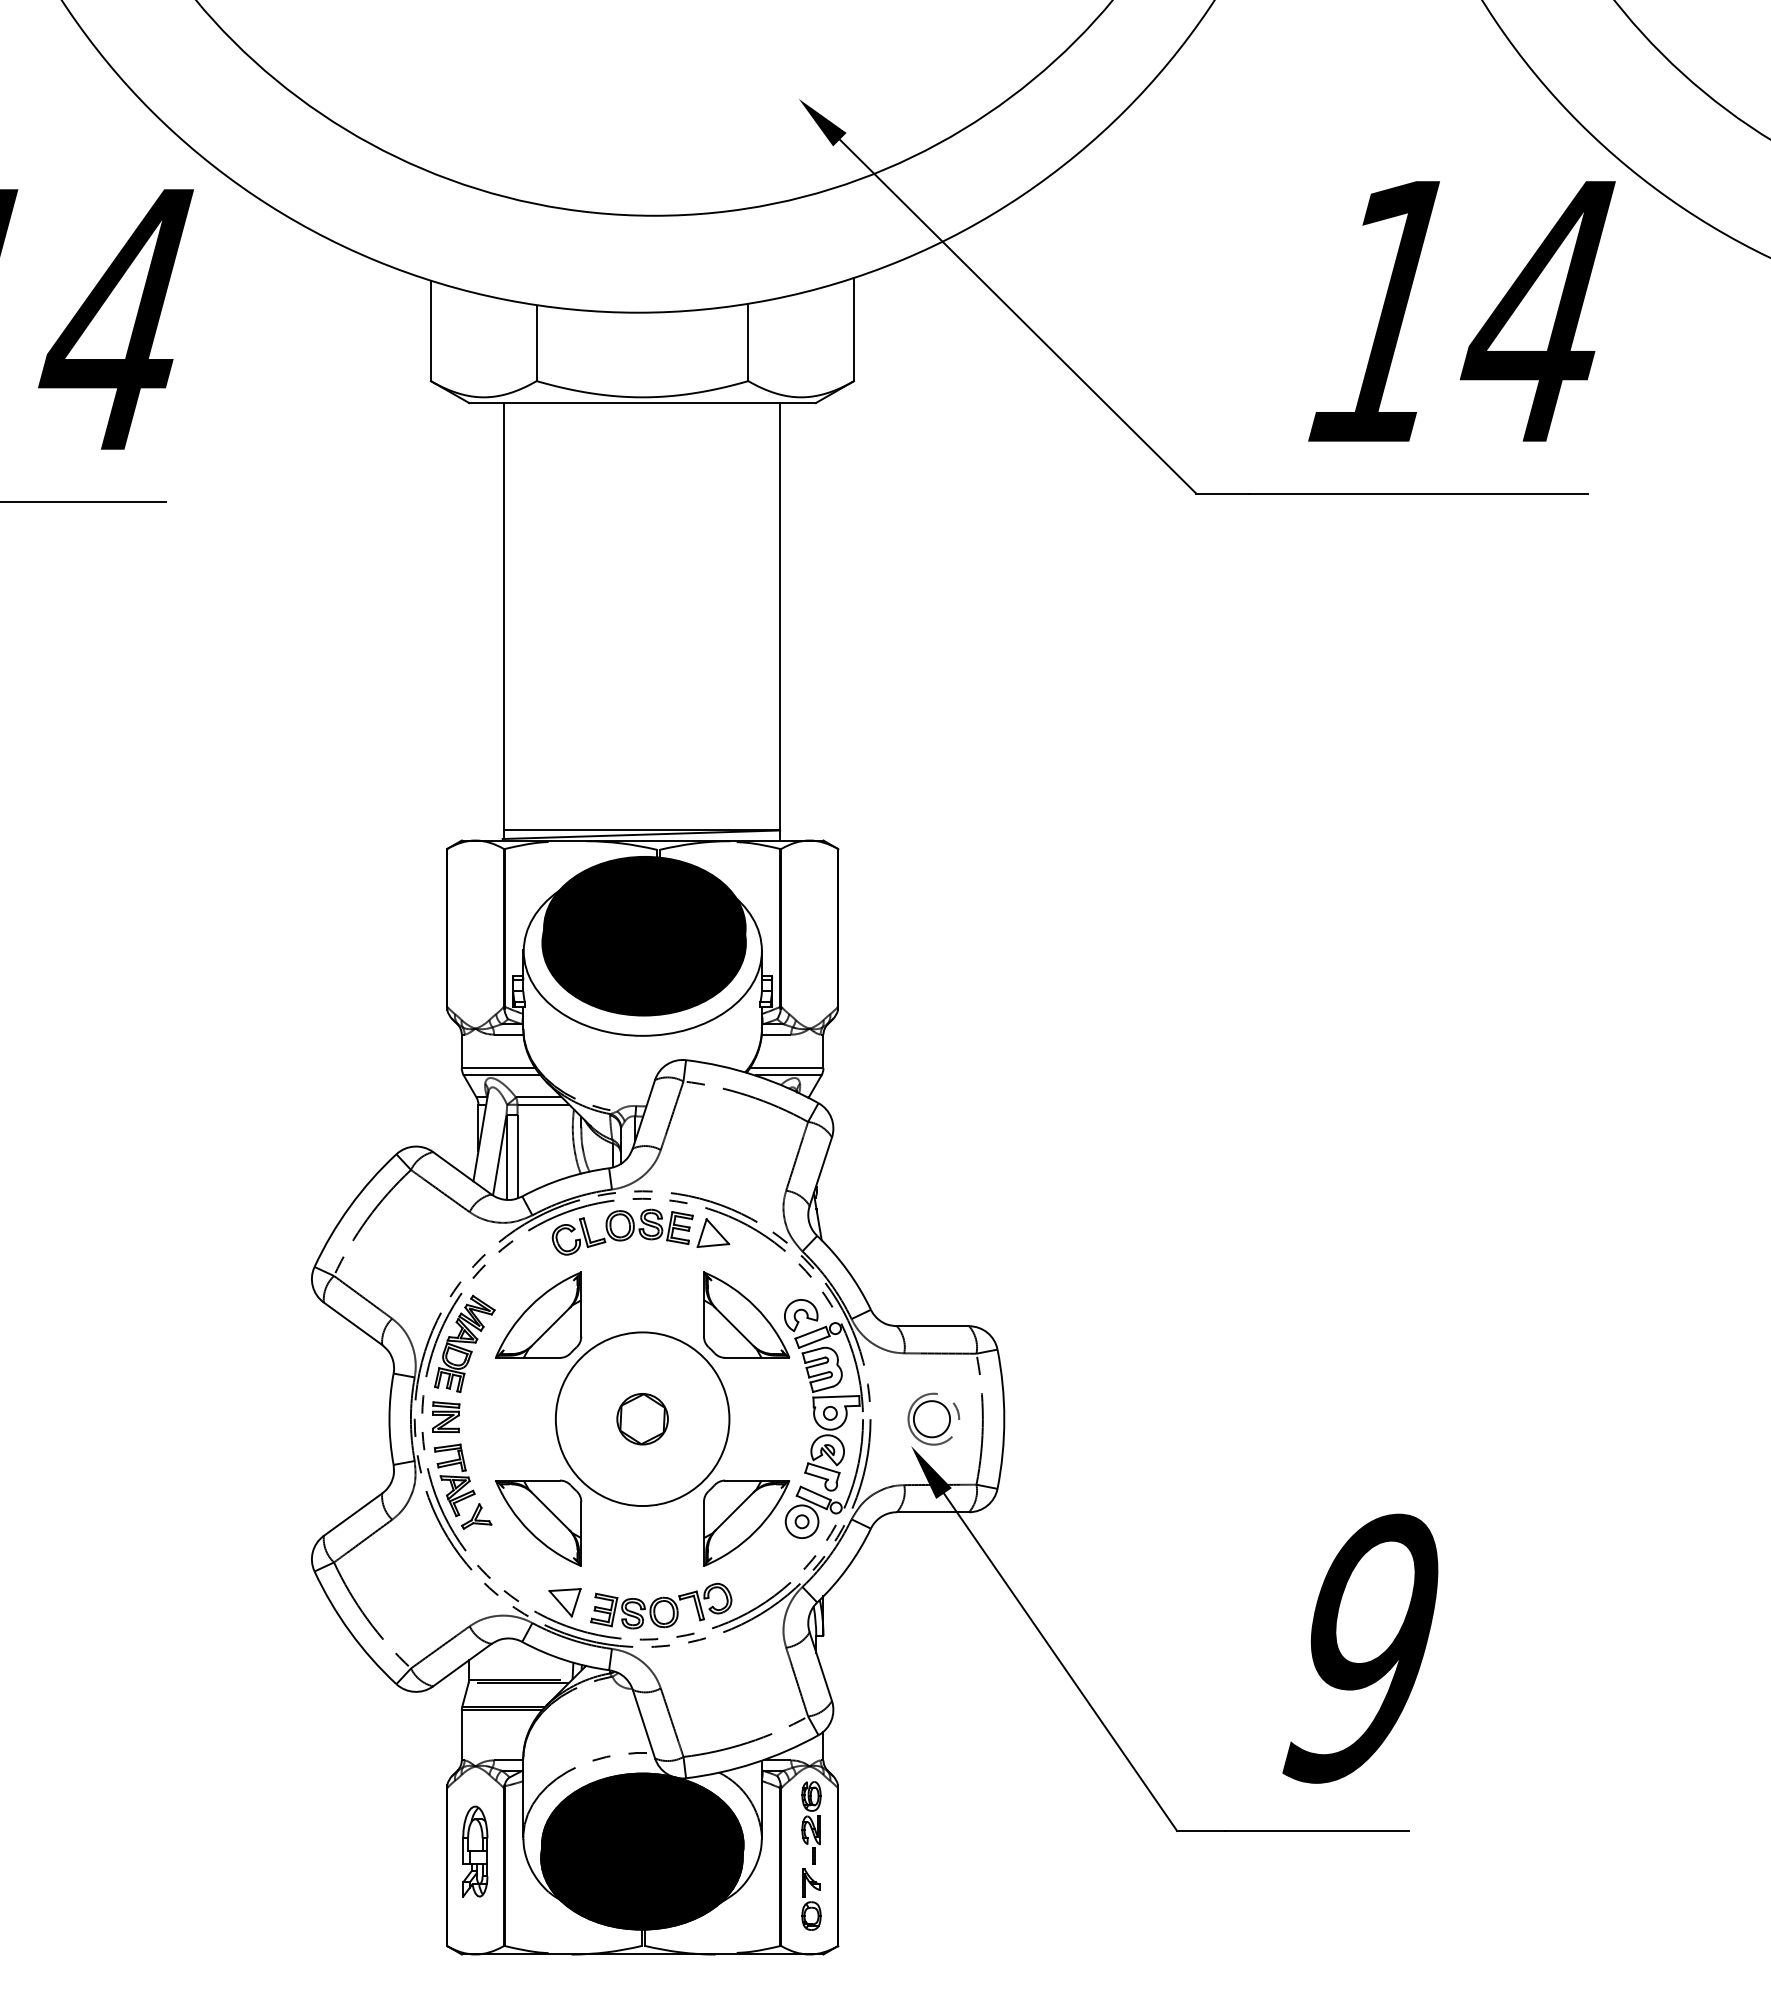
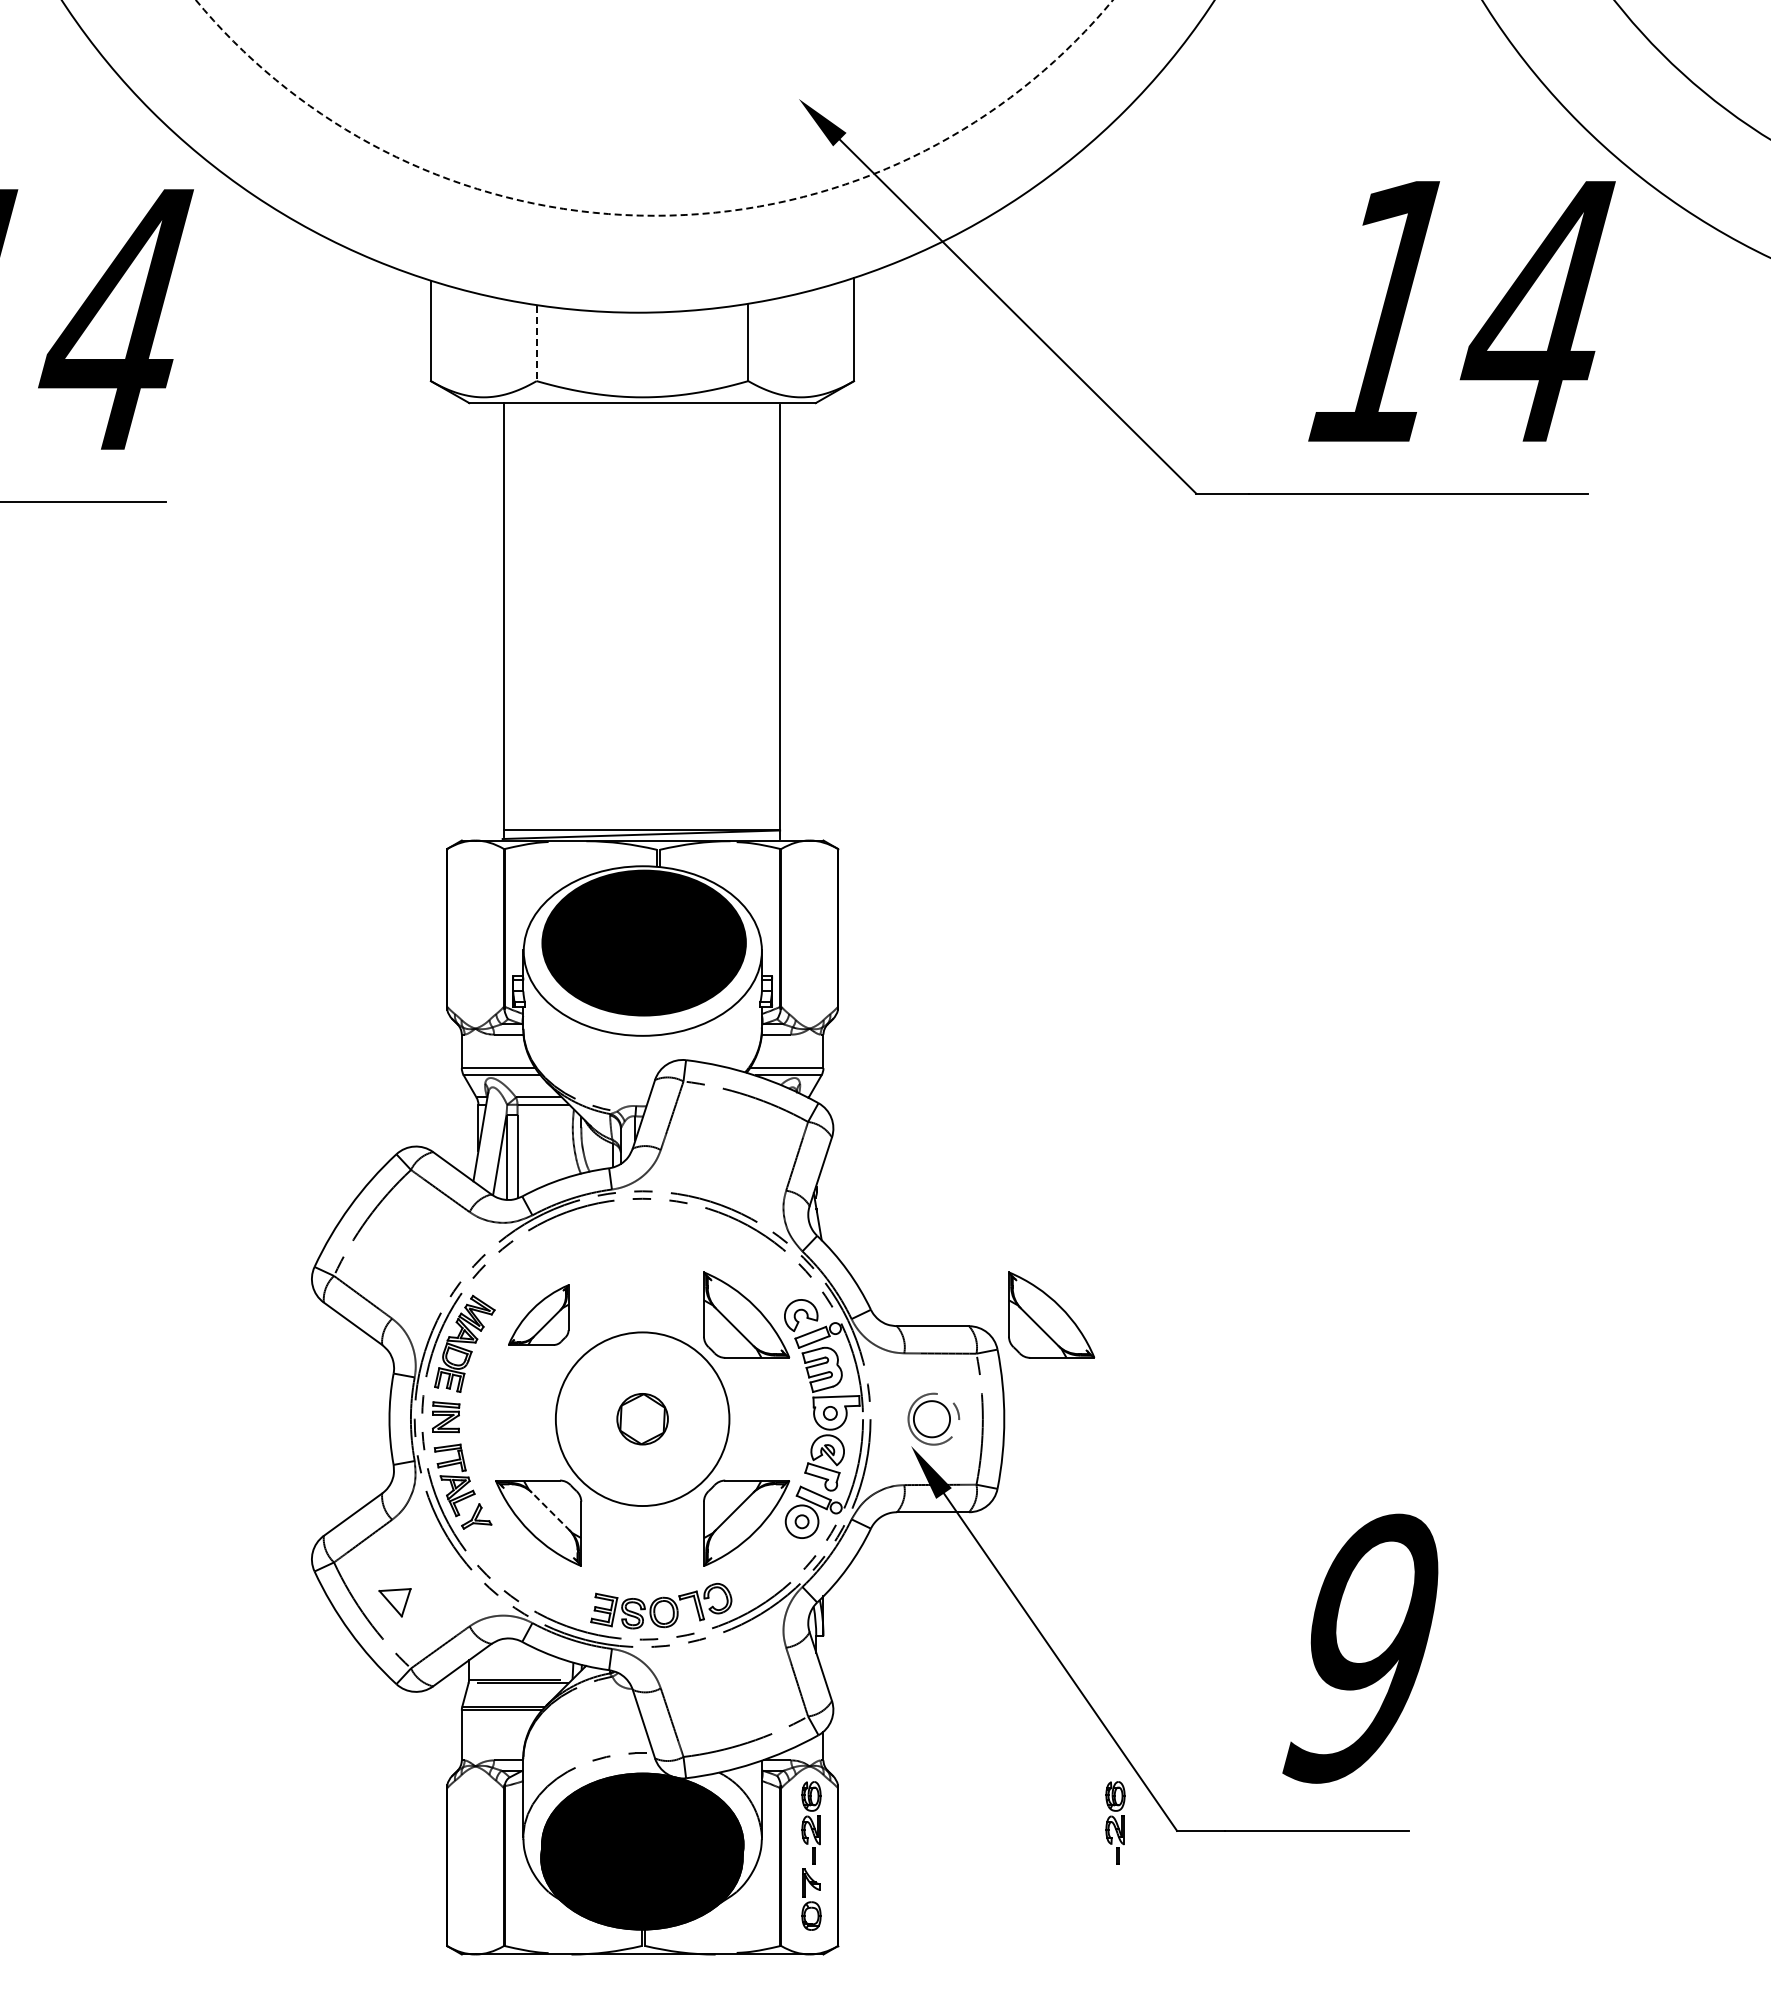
circle at (654, 107): solid -> dashed
line at (536, 343): solid -> dashed
fill at (644, 927): present -> none
part at (640, 1231): present -> none
part at (538, 1314) size: 88x88 px -> 62x62 px
part at (1051, 1314): none -> present
line at (550, 1510): solid -> dashed
part at (564, 1602) position: (564, 1602) -> (394, 1602)
part at (1115, 1822): none -> present
part at (475, 1851): present -> none
